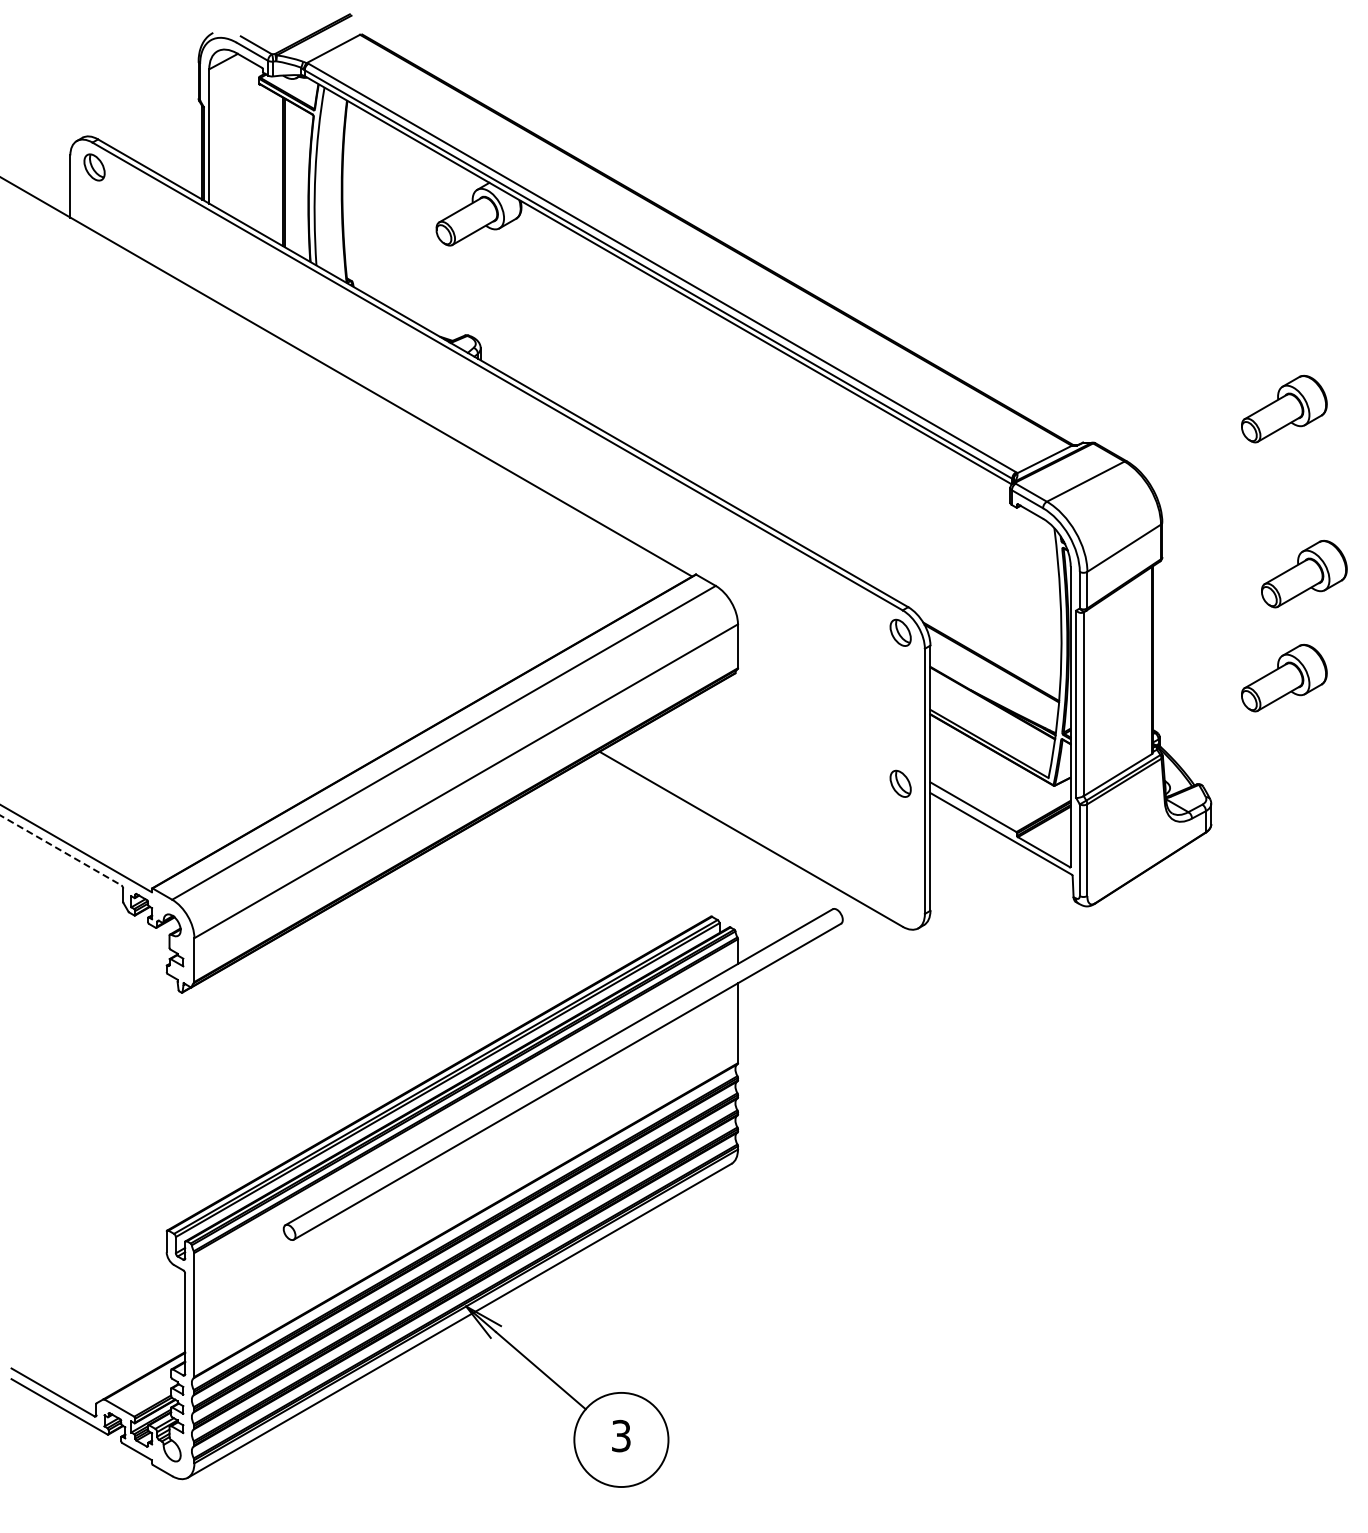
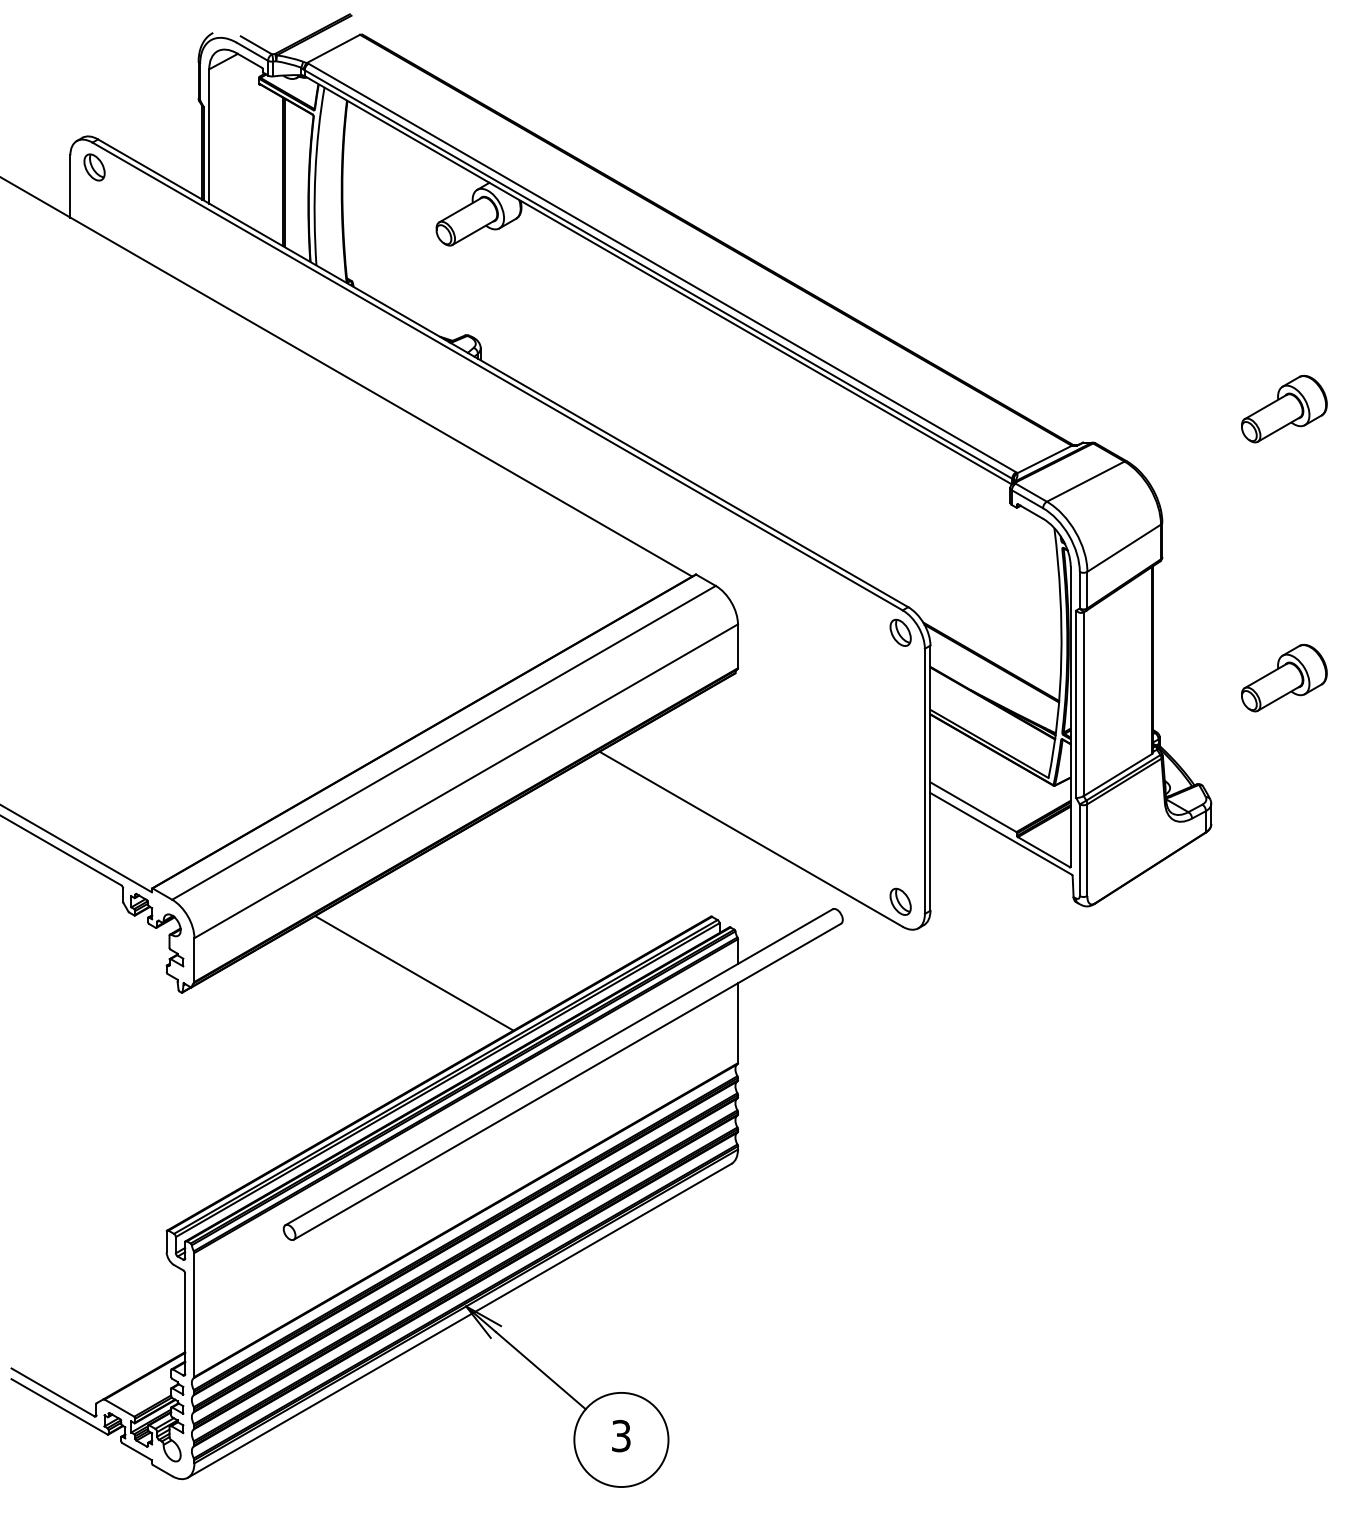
part at (1304, 573): present -> none
part at (900, 783) position: (900, 783) -> (900, 901)
line at (60, 850): dashed -> solid
line at (414, 973): none -> present
